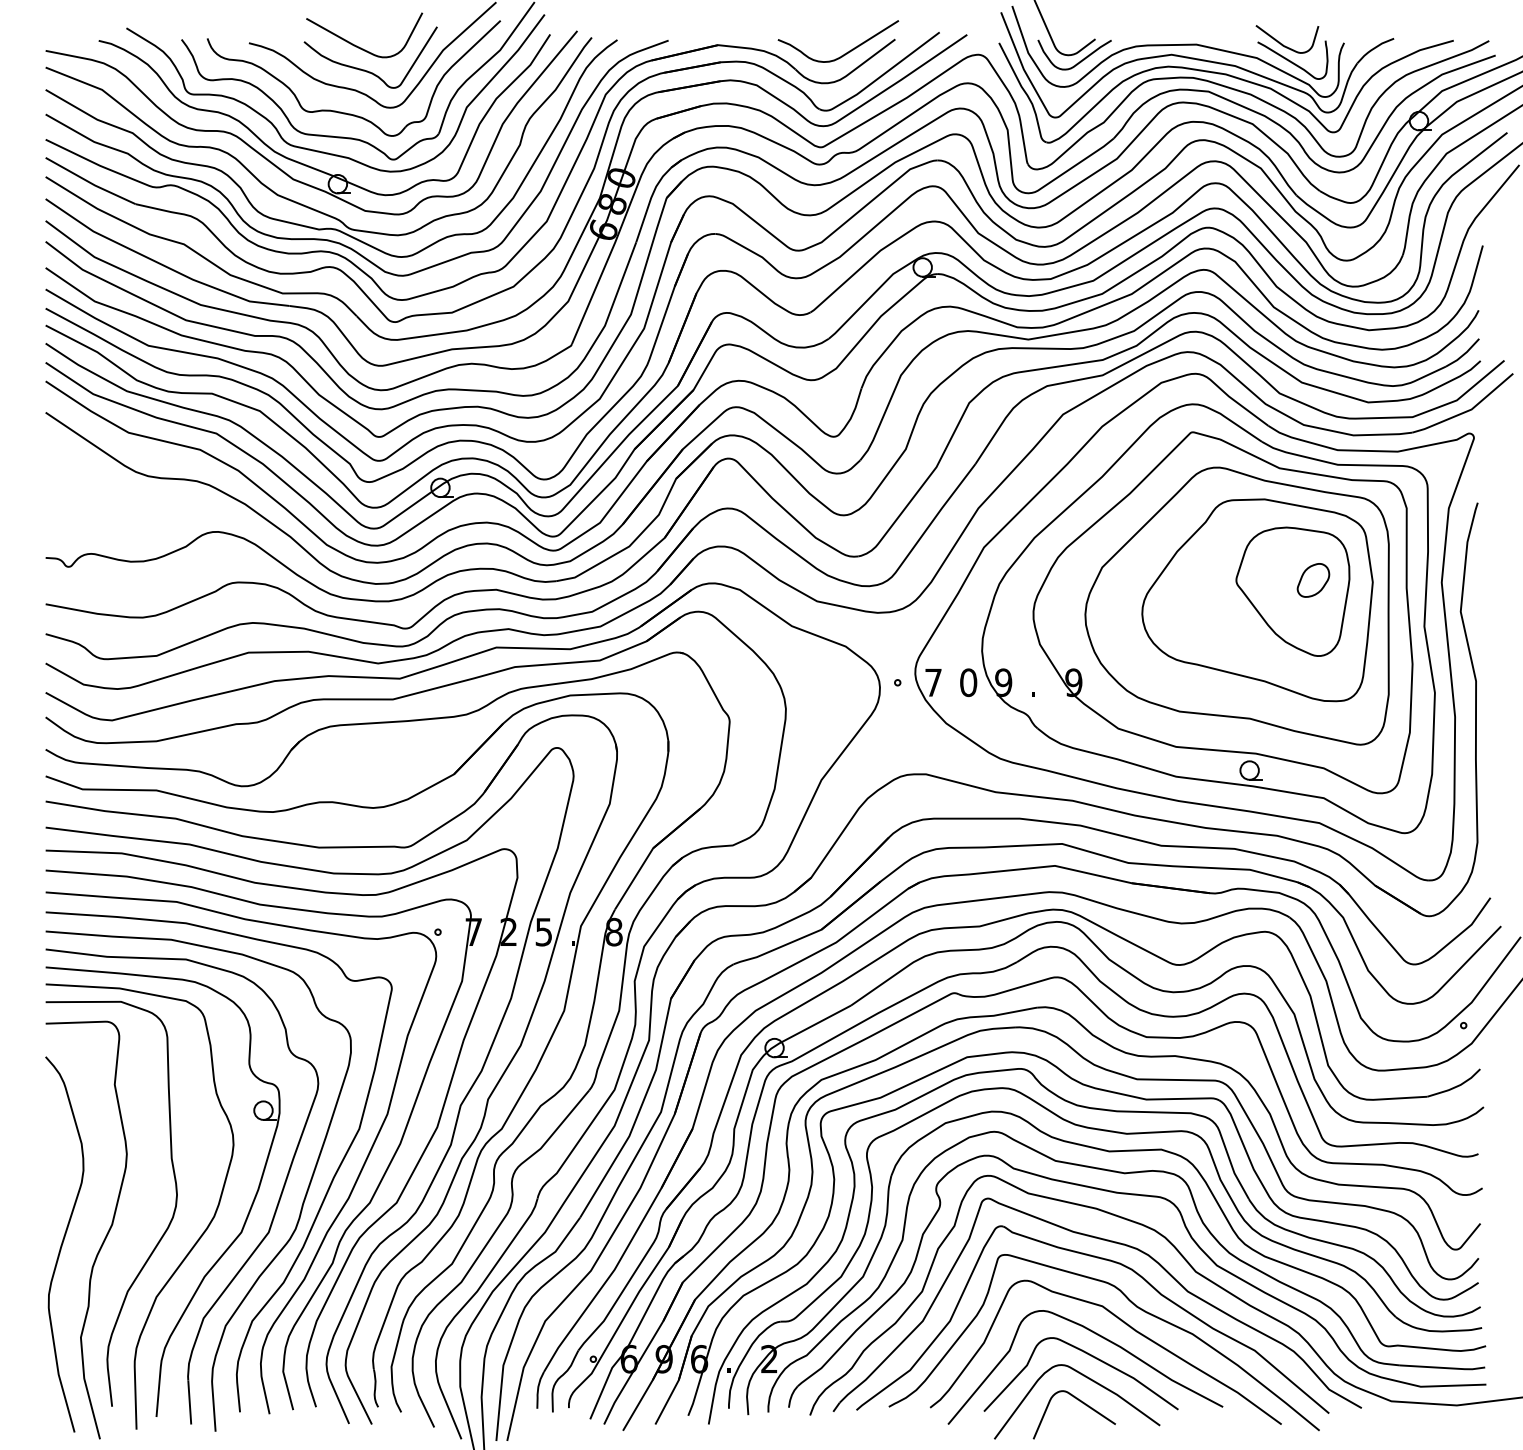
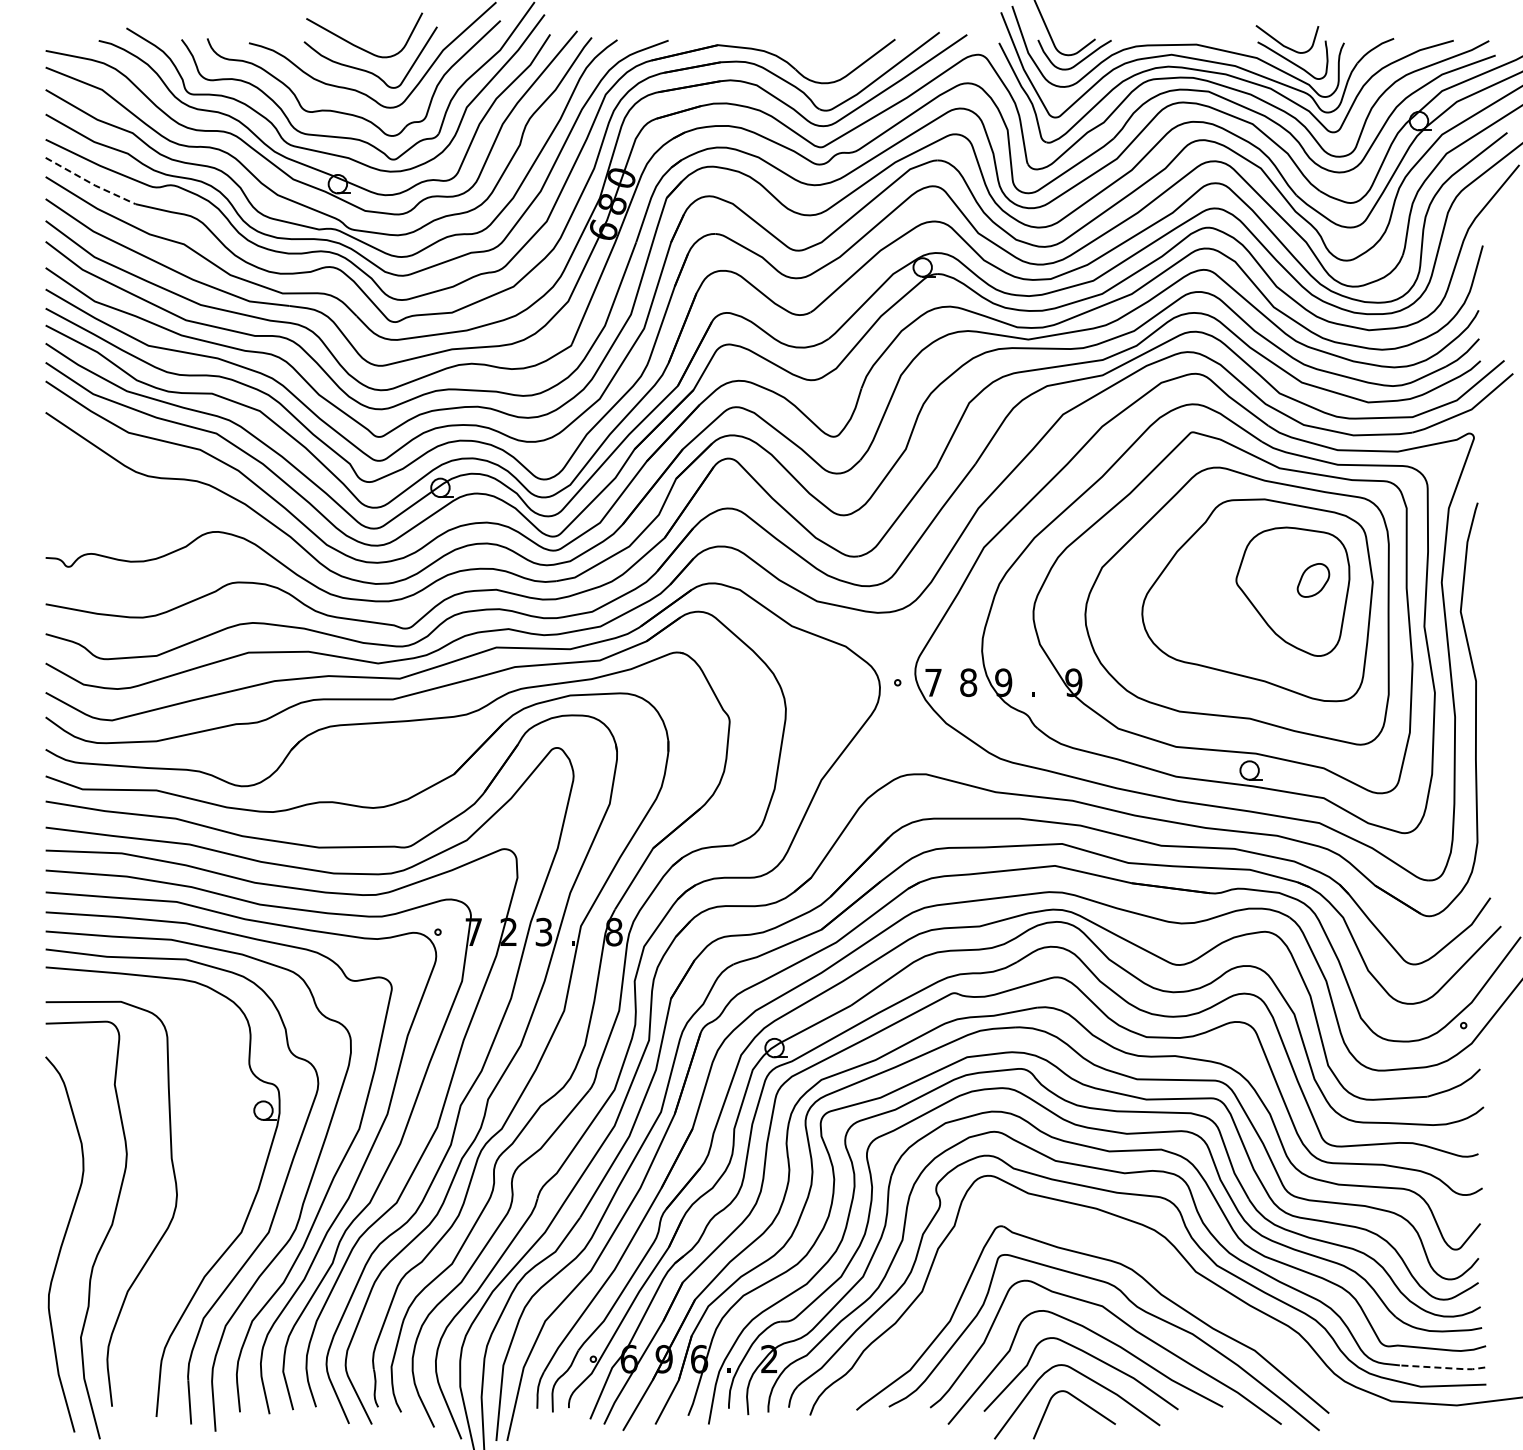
curve at (844, 53): present -> none
line at (90, 183): solid -> dashed
text at (968, 682): 0 -> 8
text at (544, 931): 5 -> 3
part at (1110, 1242): present -> none
curve at (191, 1247): present -> none
line at (1443, 1367): solid -> dashed
